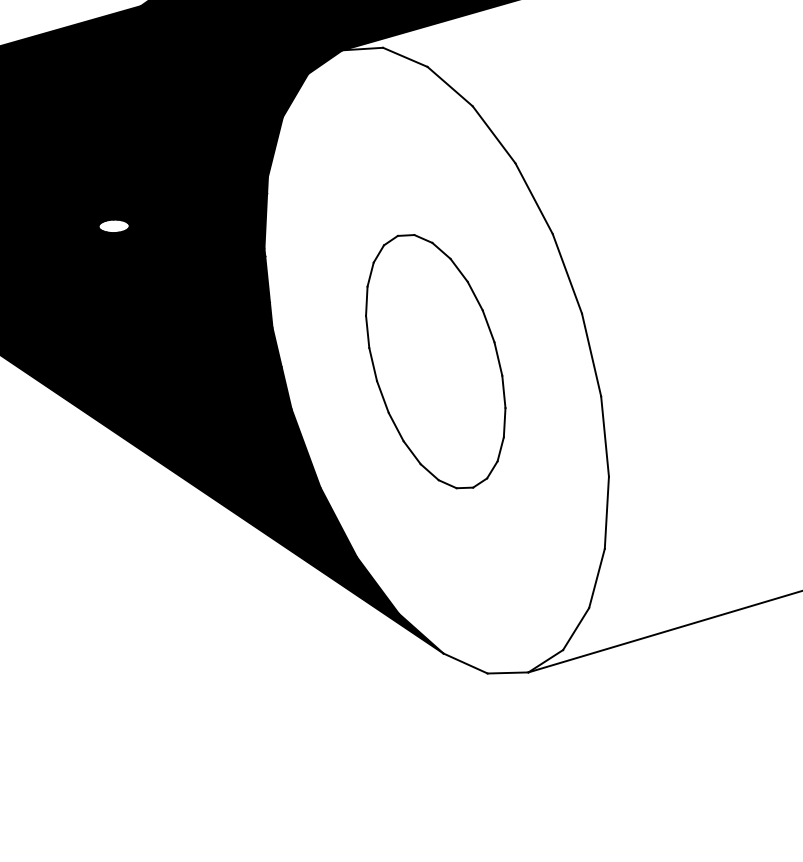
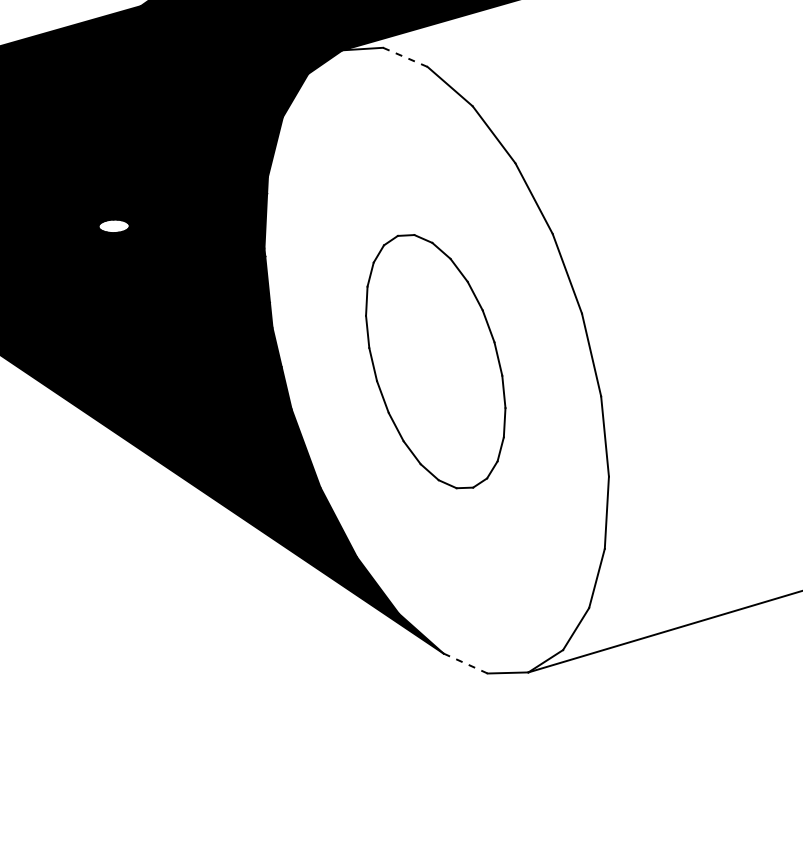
line at (405, 57): solid -> dashed
line at (465, 663): solid -> dashed
